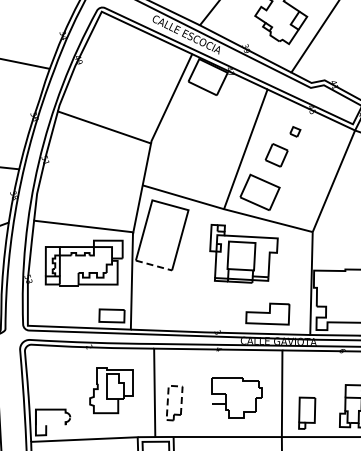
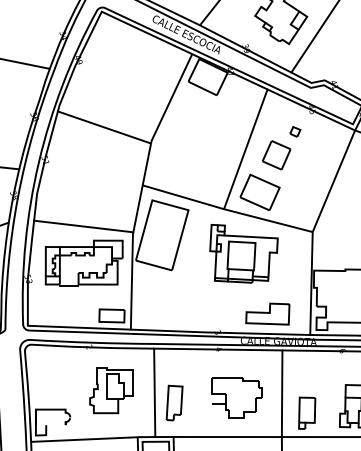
part at (276, 155) size: 25x25 px -> 30x31 px
line at (154, 265): dashed -> solid
line at (172, 386): dashed -> solid
